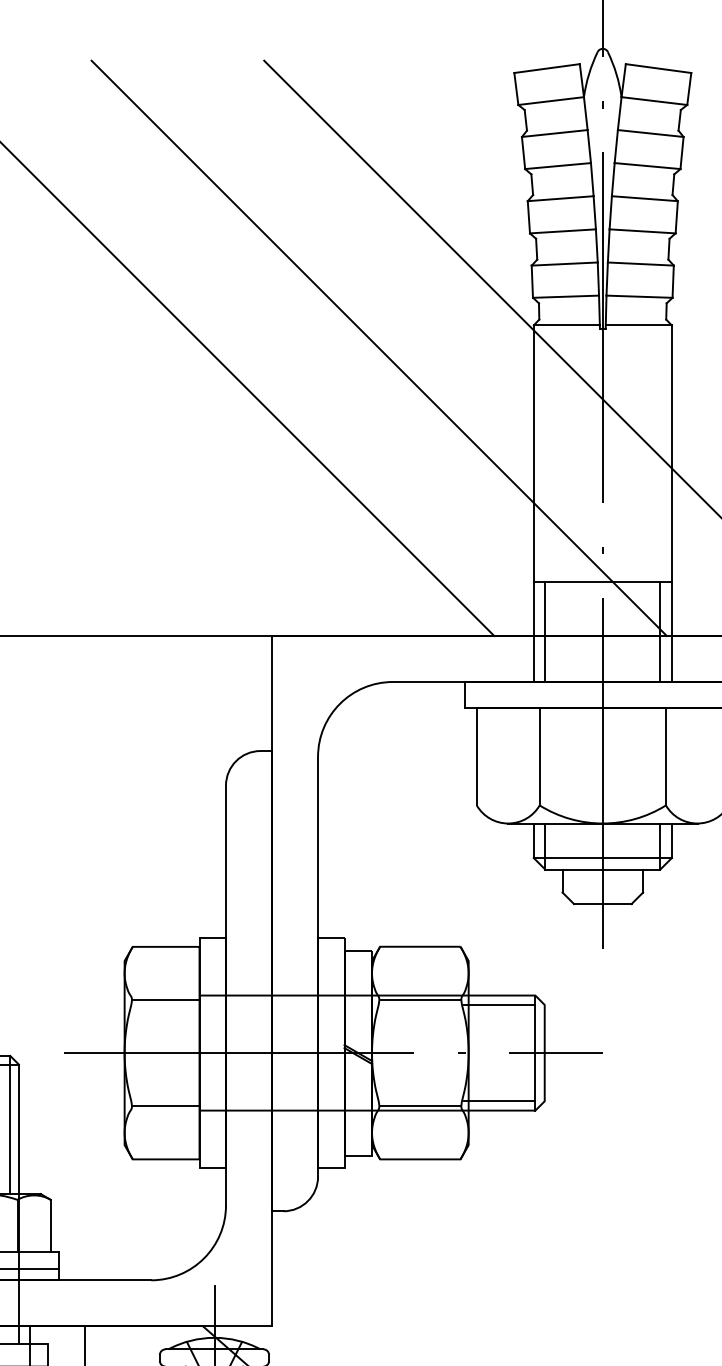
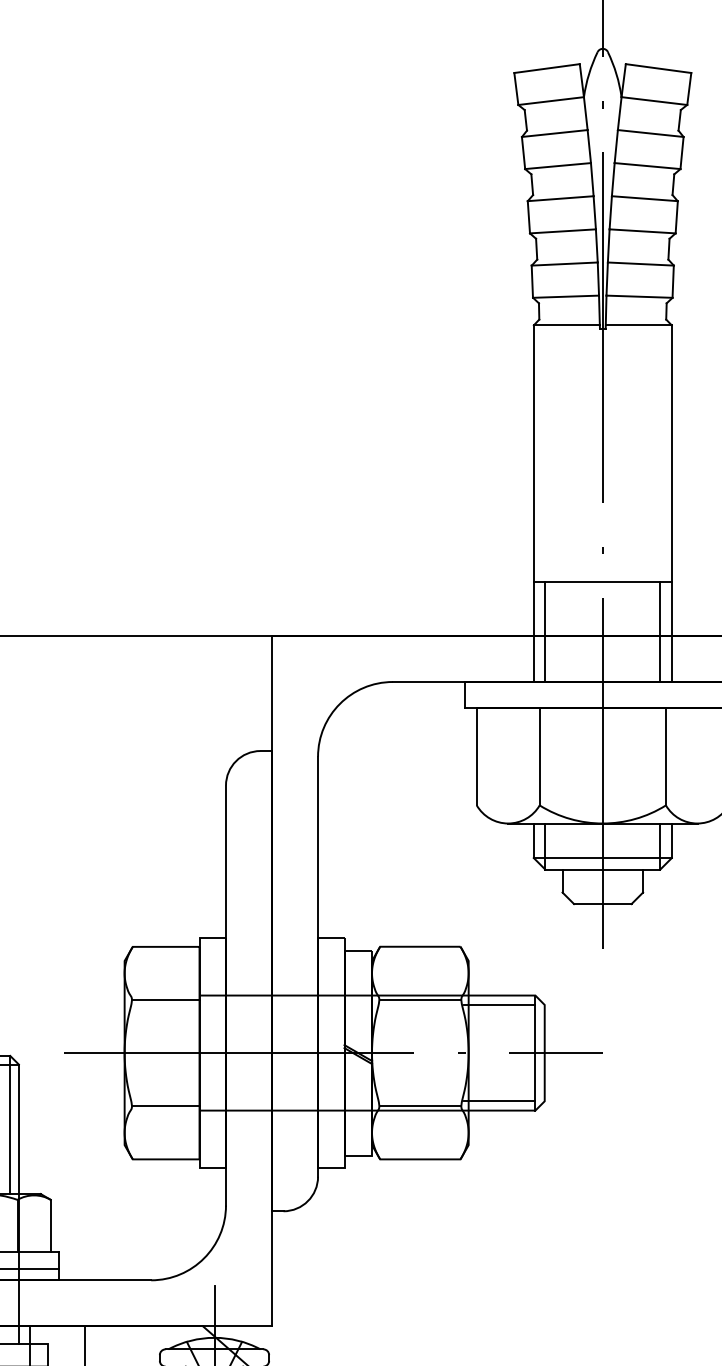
line at (491, 287): present -> none
line at (378, 348): present -> none
line at (248, 390): present -> none
